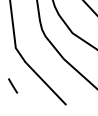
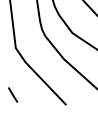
line at (13, 85) position: (13, 85) -> (13, 94)
